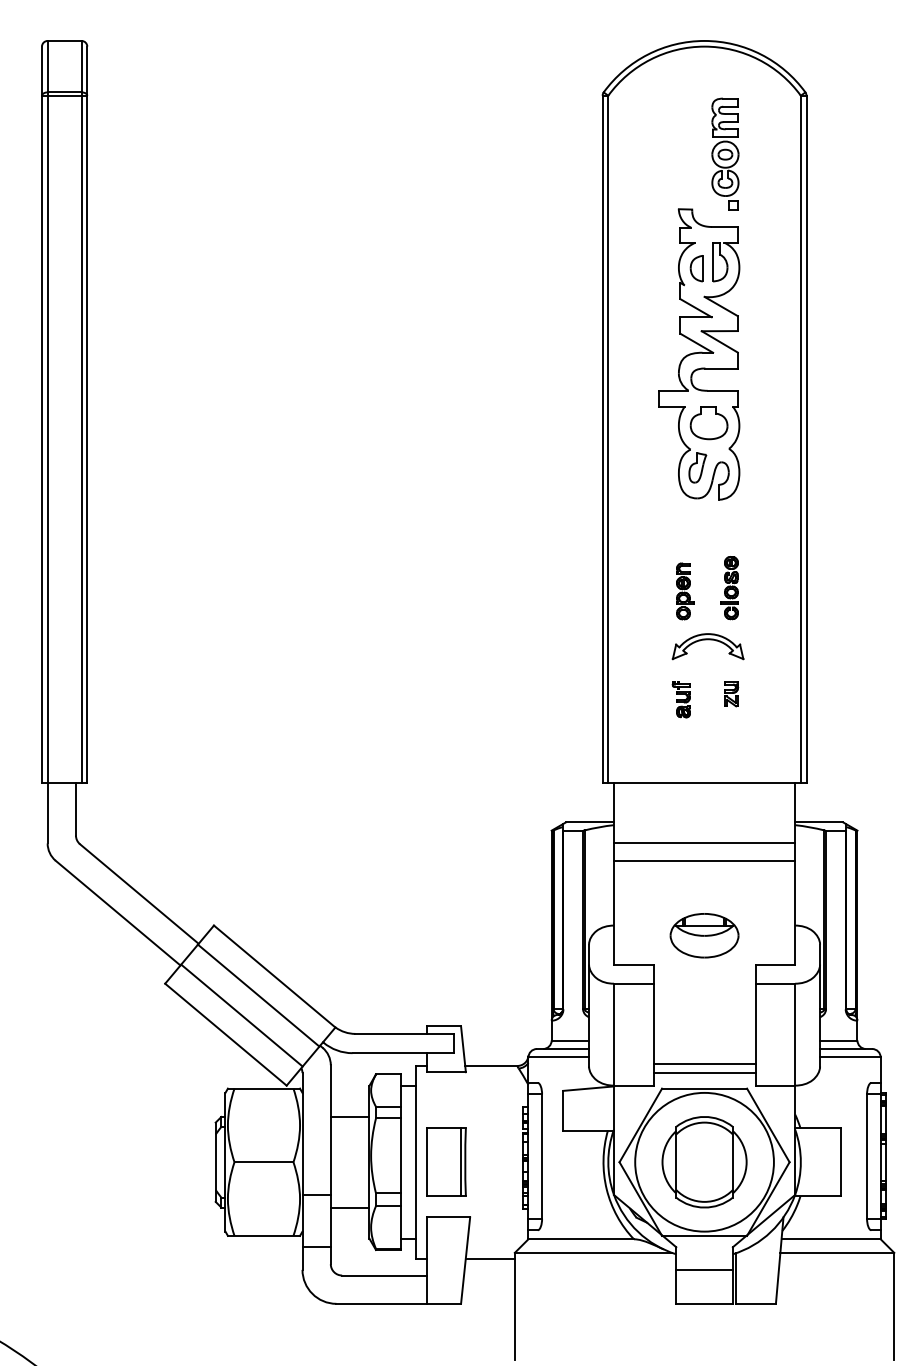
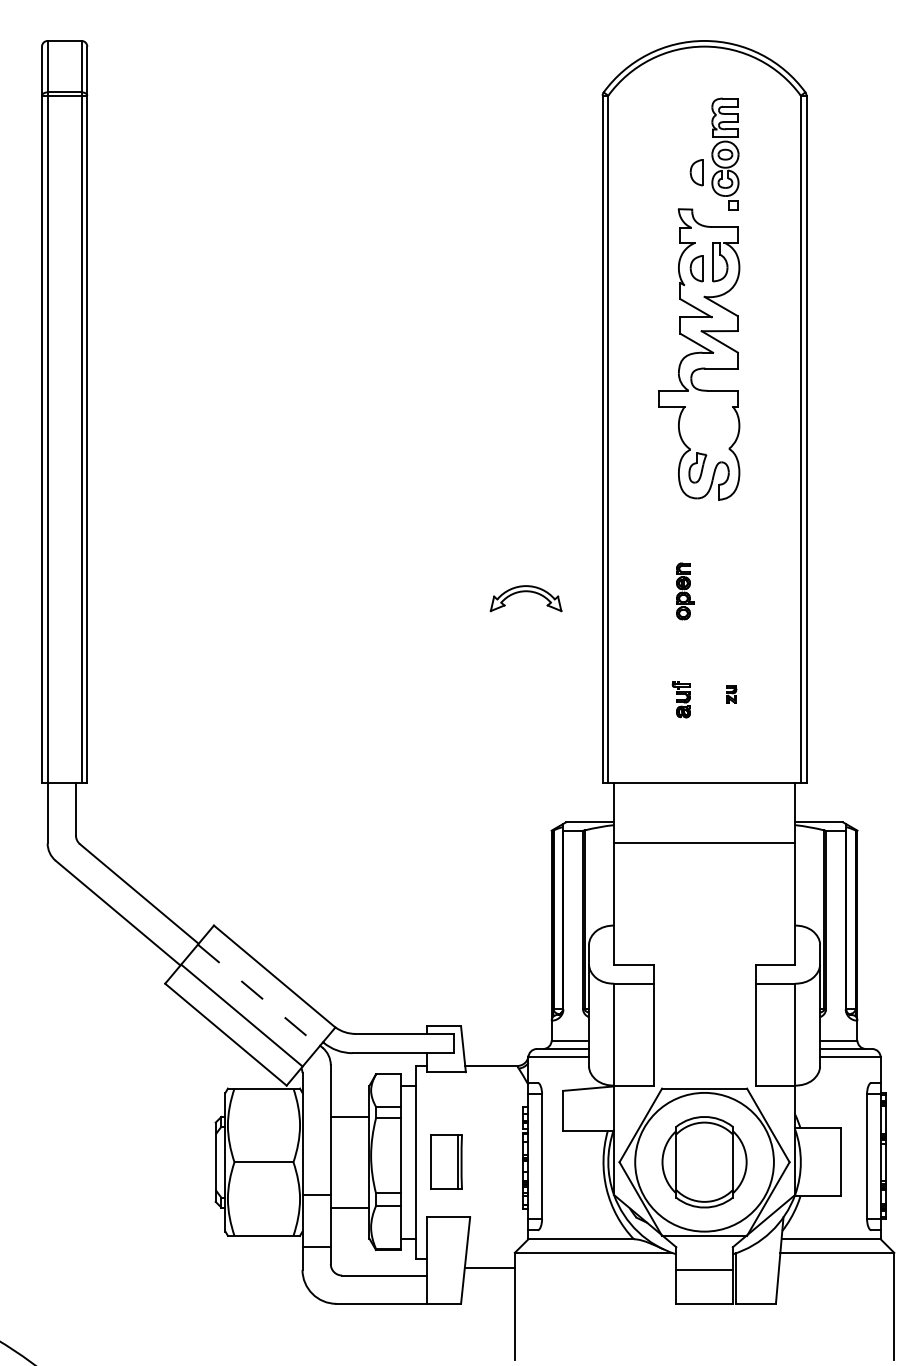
part at (696, 172): none -> present
part at (708, 423): present -> none
part at (729, 588): present -> none
part at (707, 646) position: (707, 646) -> (525, 598)
part at (731, 694) size: 16x27 px -> 12x19 px
line at (704, 860): present -> none
part at (704, 935): present -> none
line at (259, 995): solid -> dashed
line at (704, 1064): present -> none
line at (704, 1073): present -> none
part at (446, 1161) size: 41x70 px -> 33x56 px
line at (489, 1258) position: (489, 1258) -> (489, 1267)
